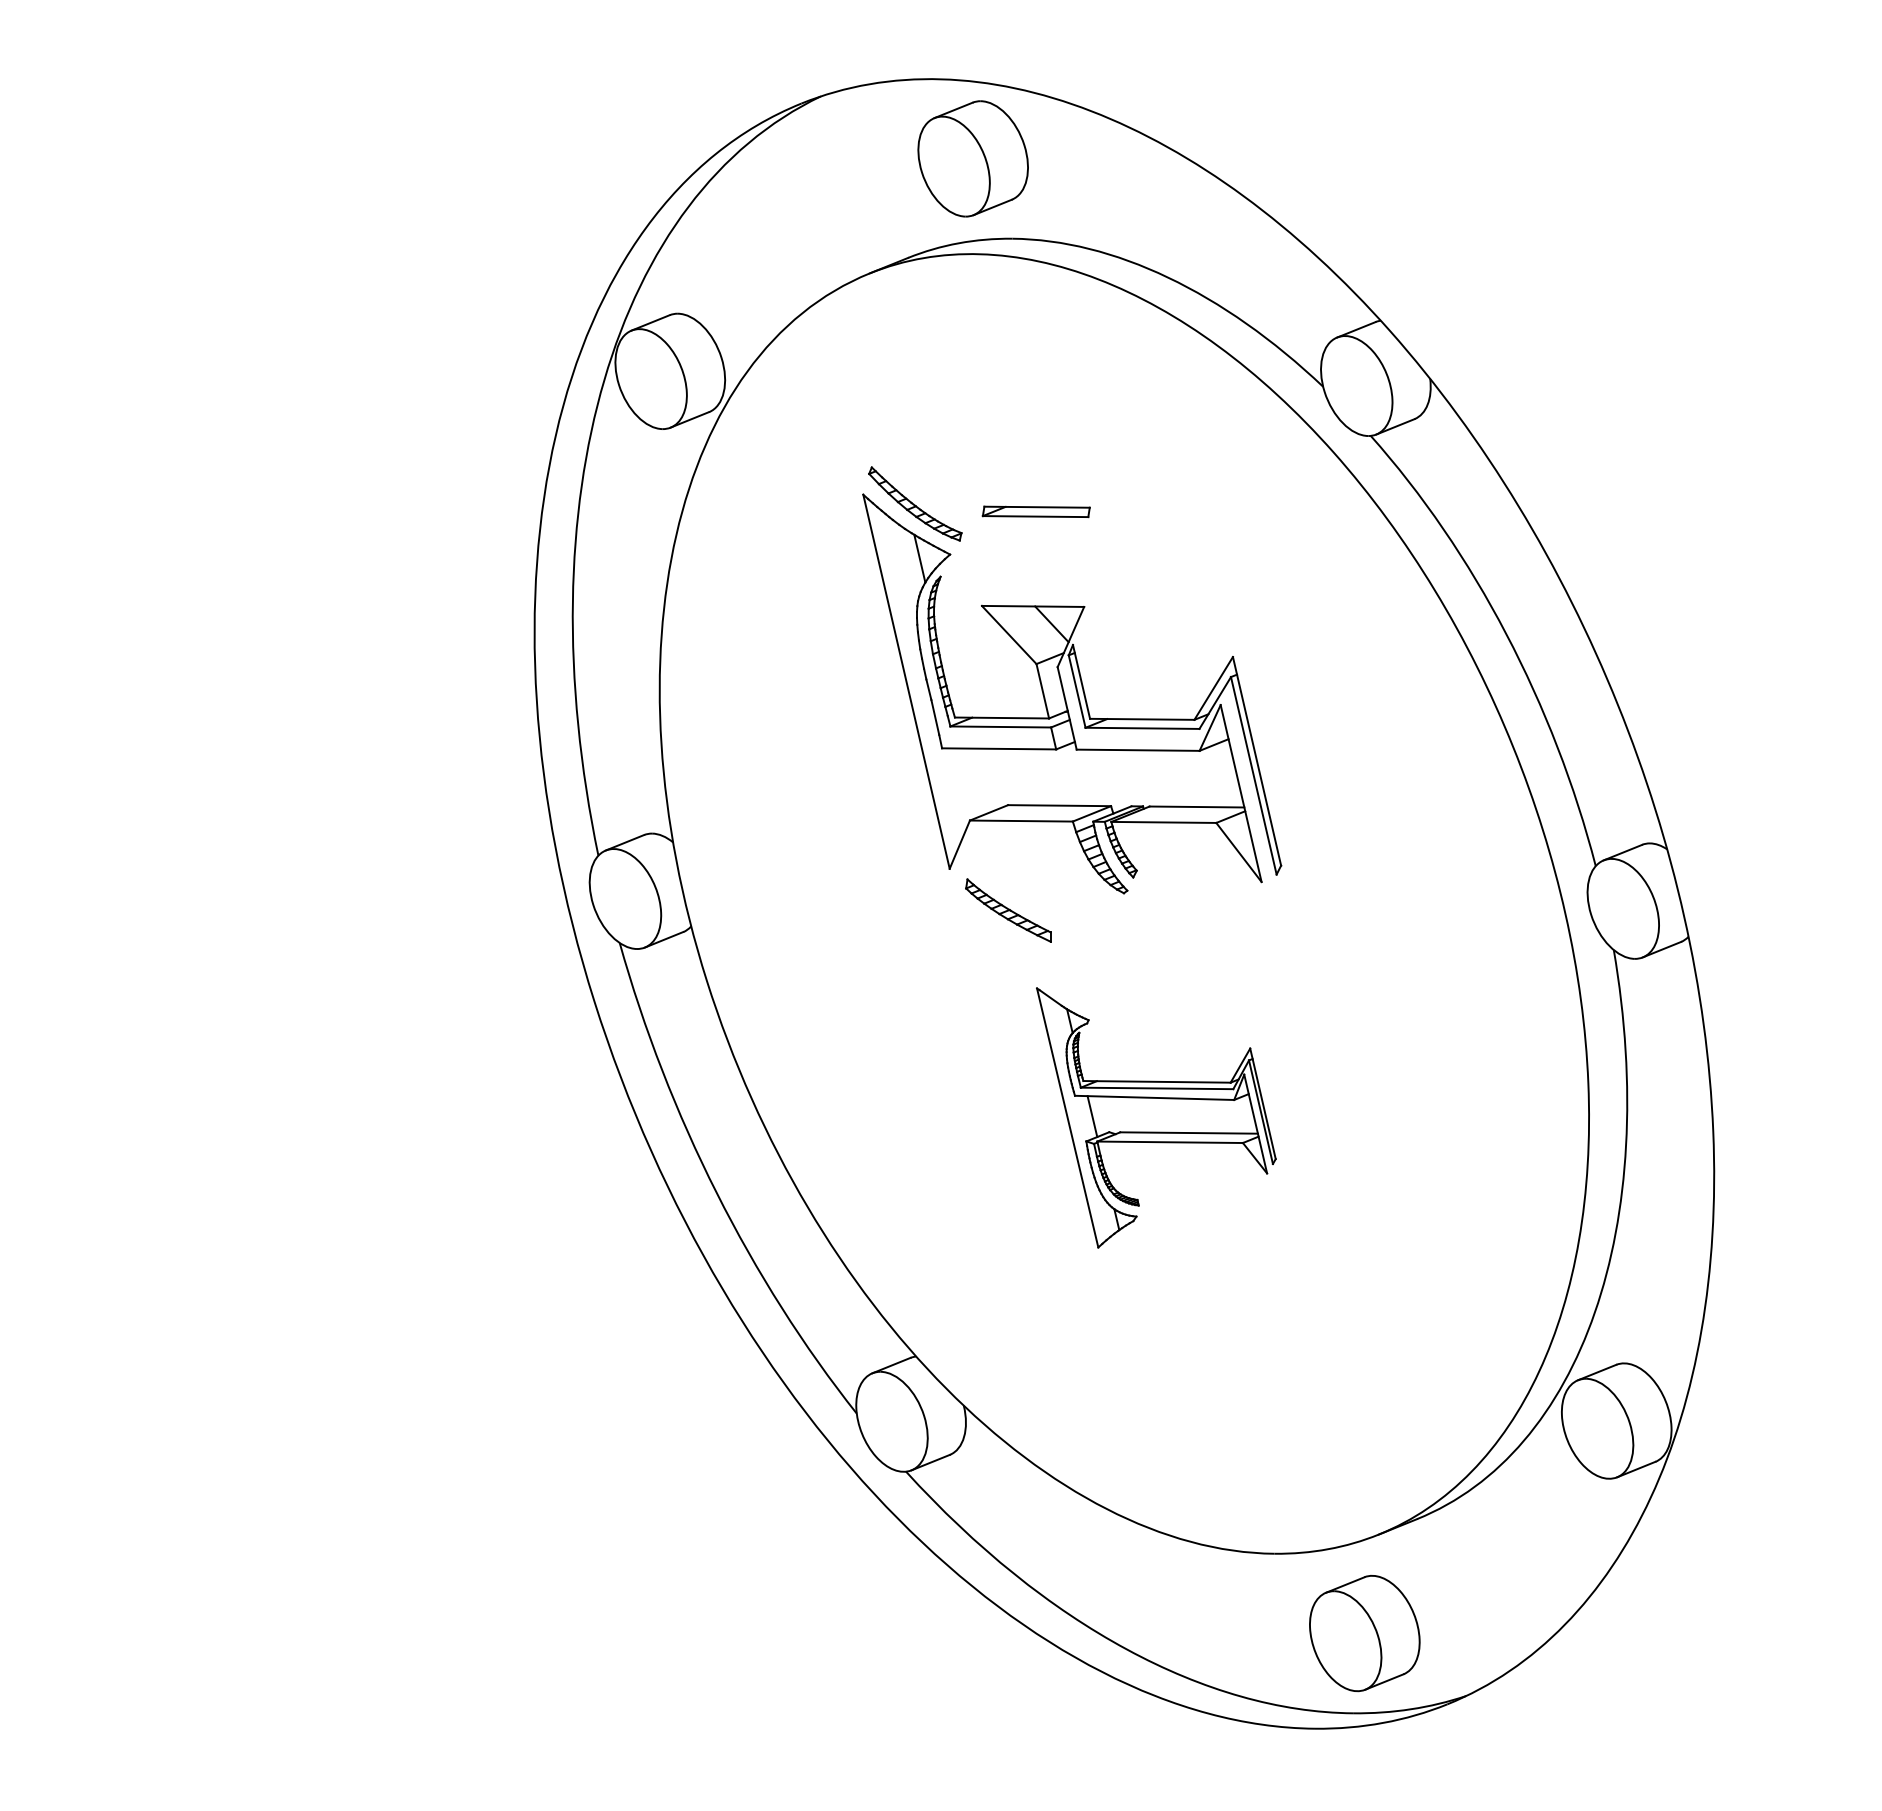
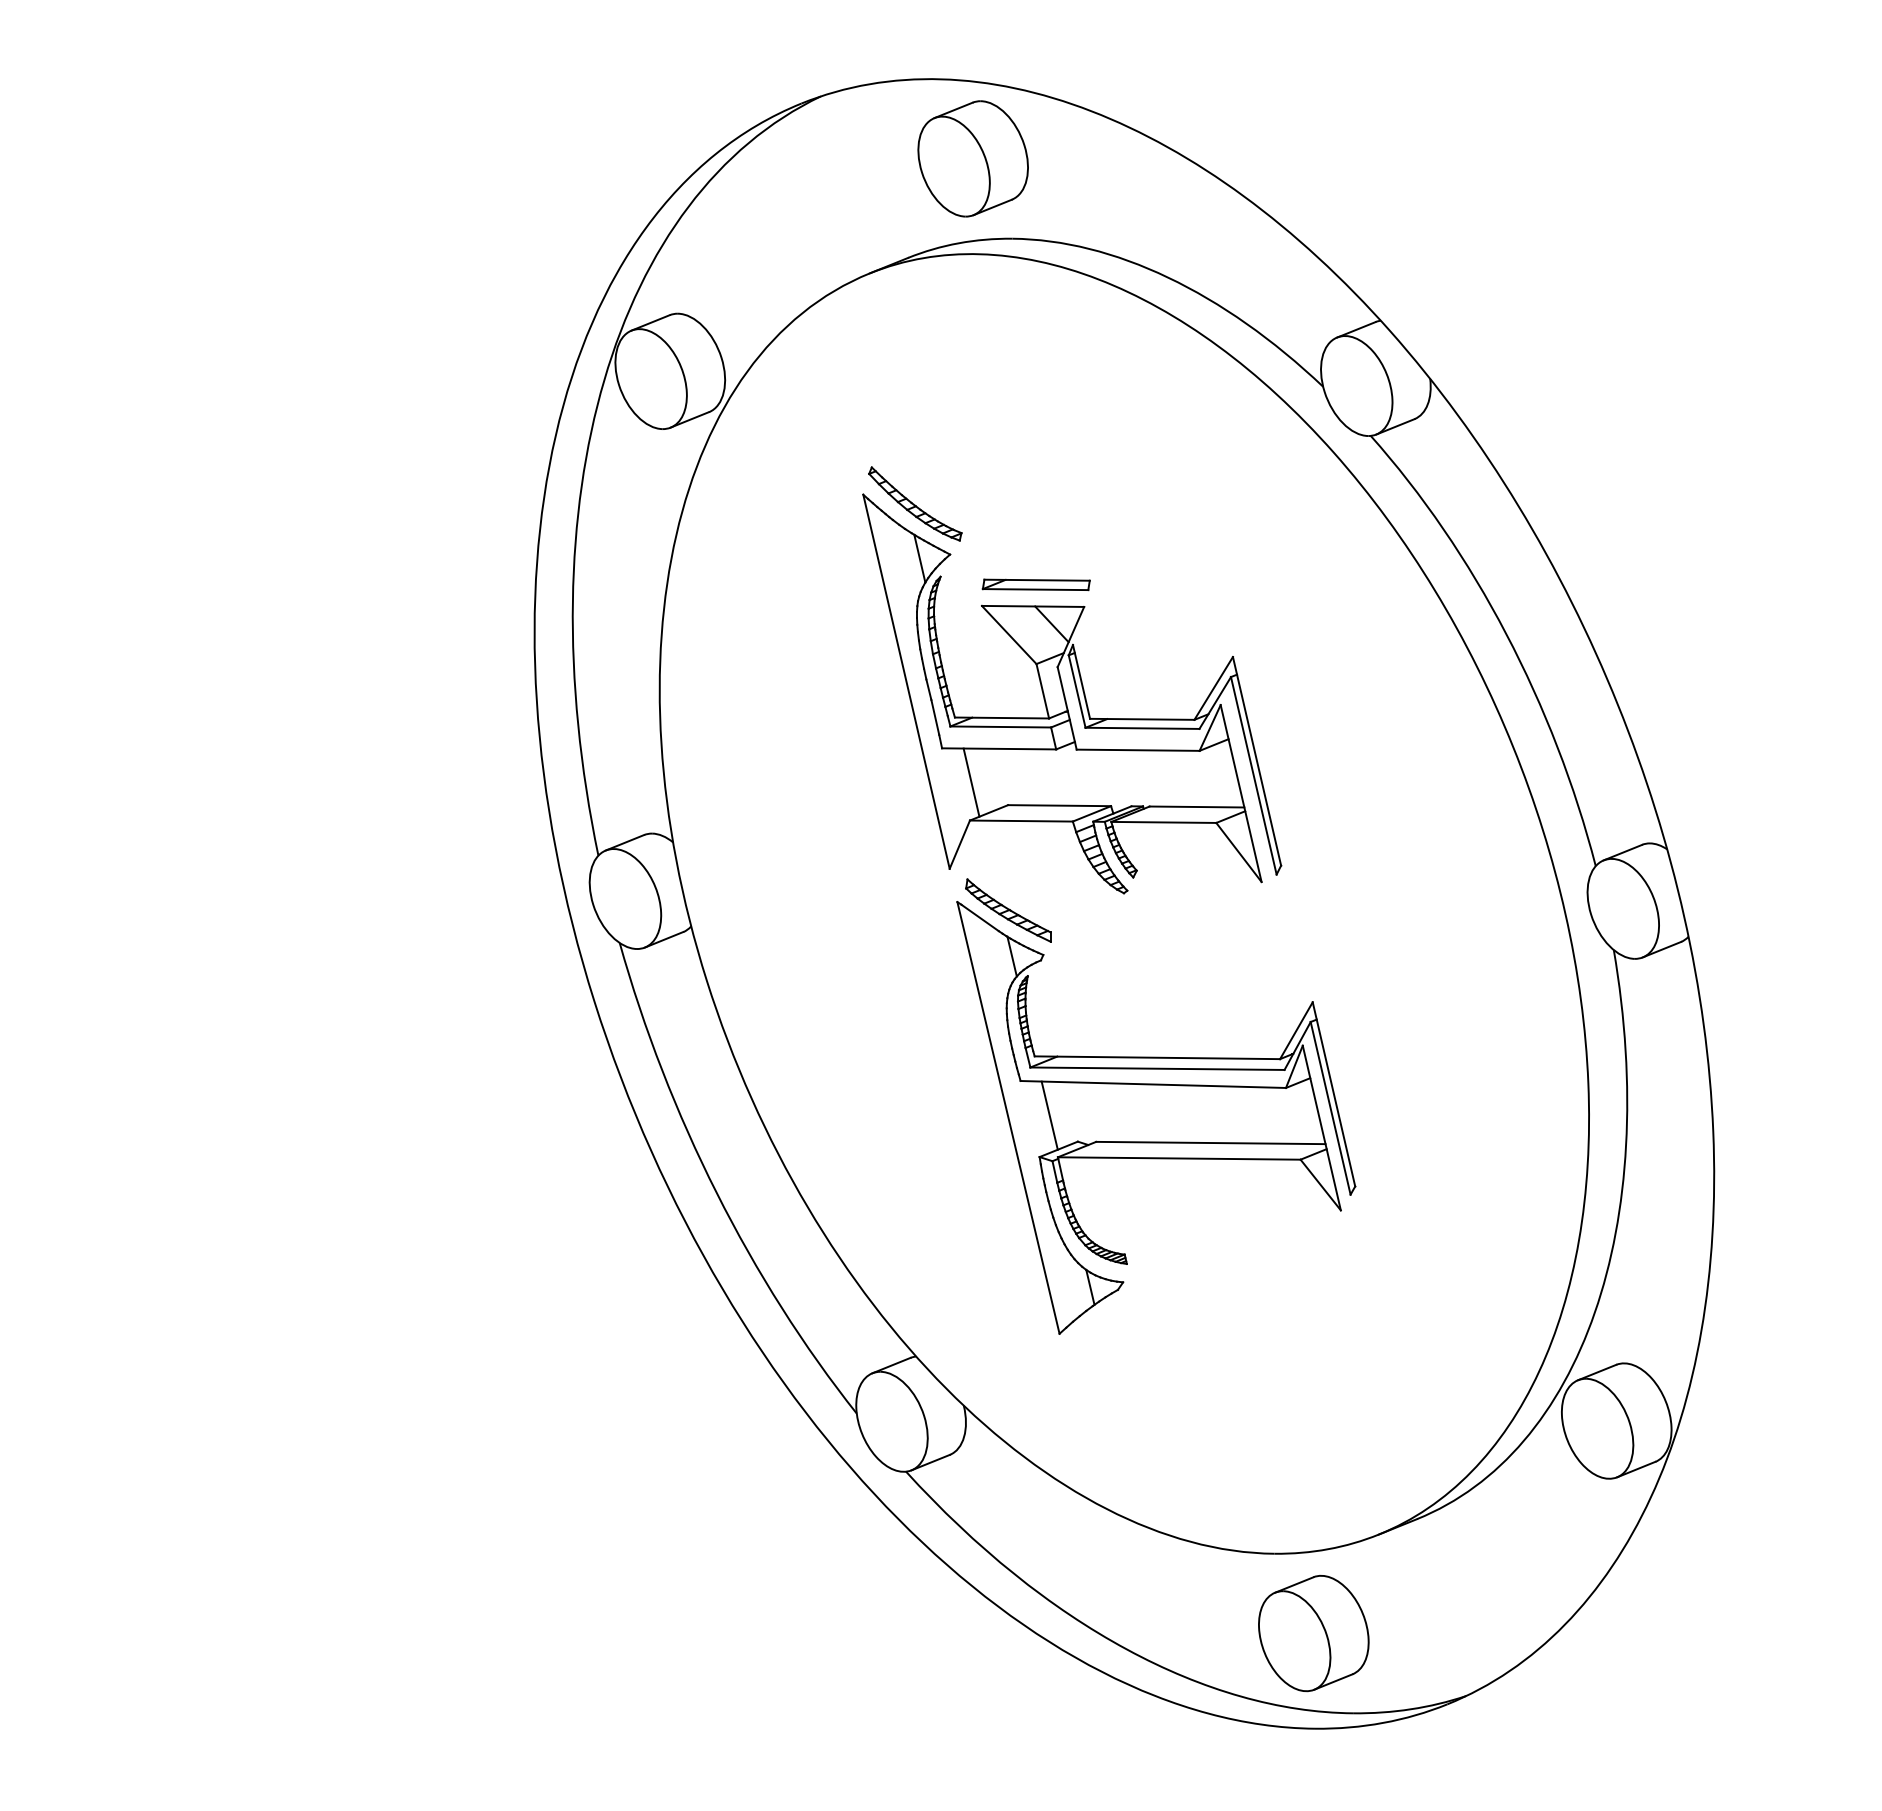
part at (1035, 511) position: (1035, 511) -> (1035, 584)
line at (971, 782): none -> present
part at (1156, 1117) size: 241x262 px -> 401x434 px
part at (1364, 1633) position: (1364, 1633) -> (1313, 1633)
